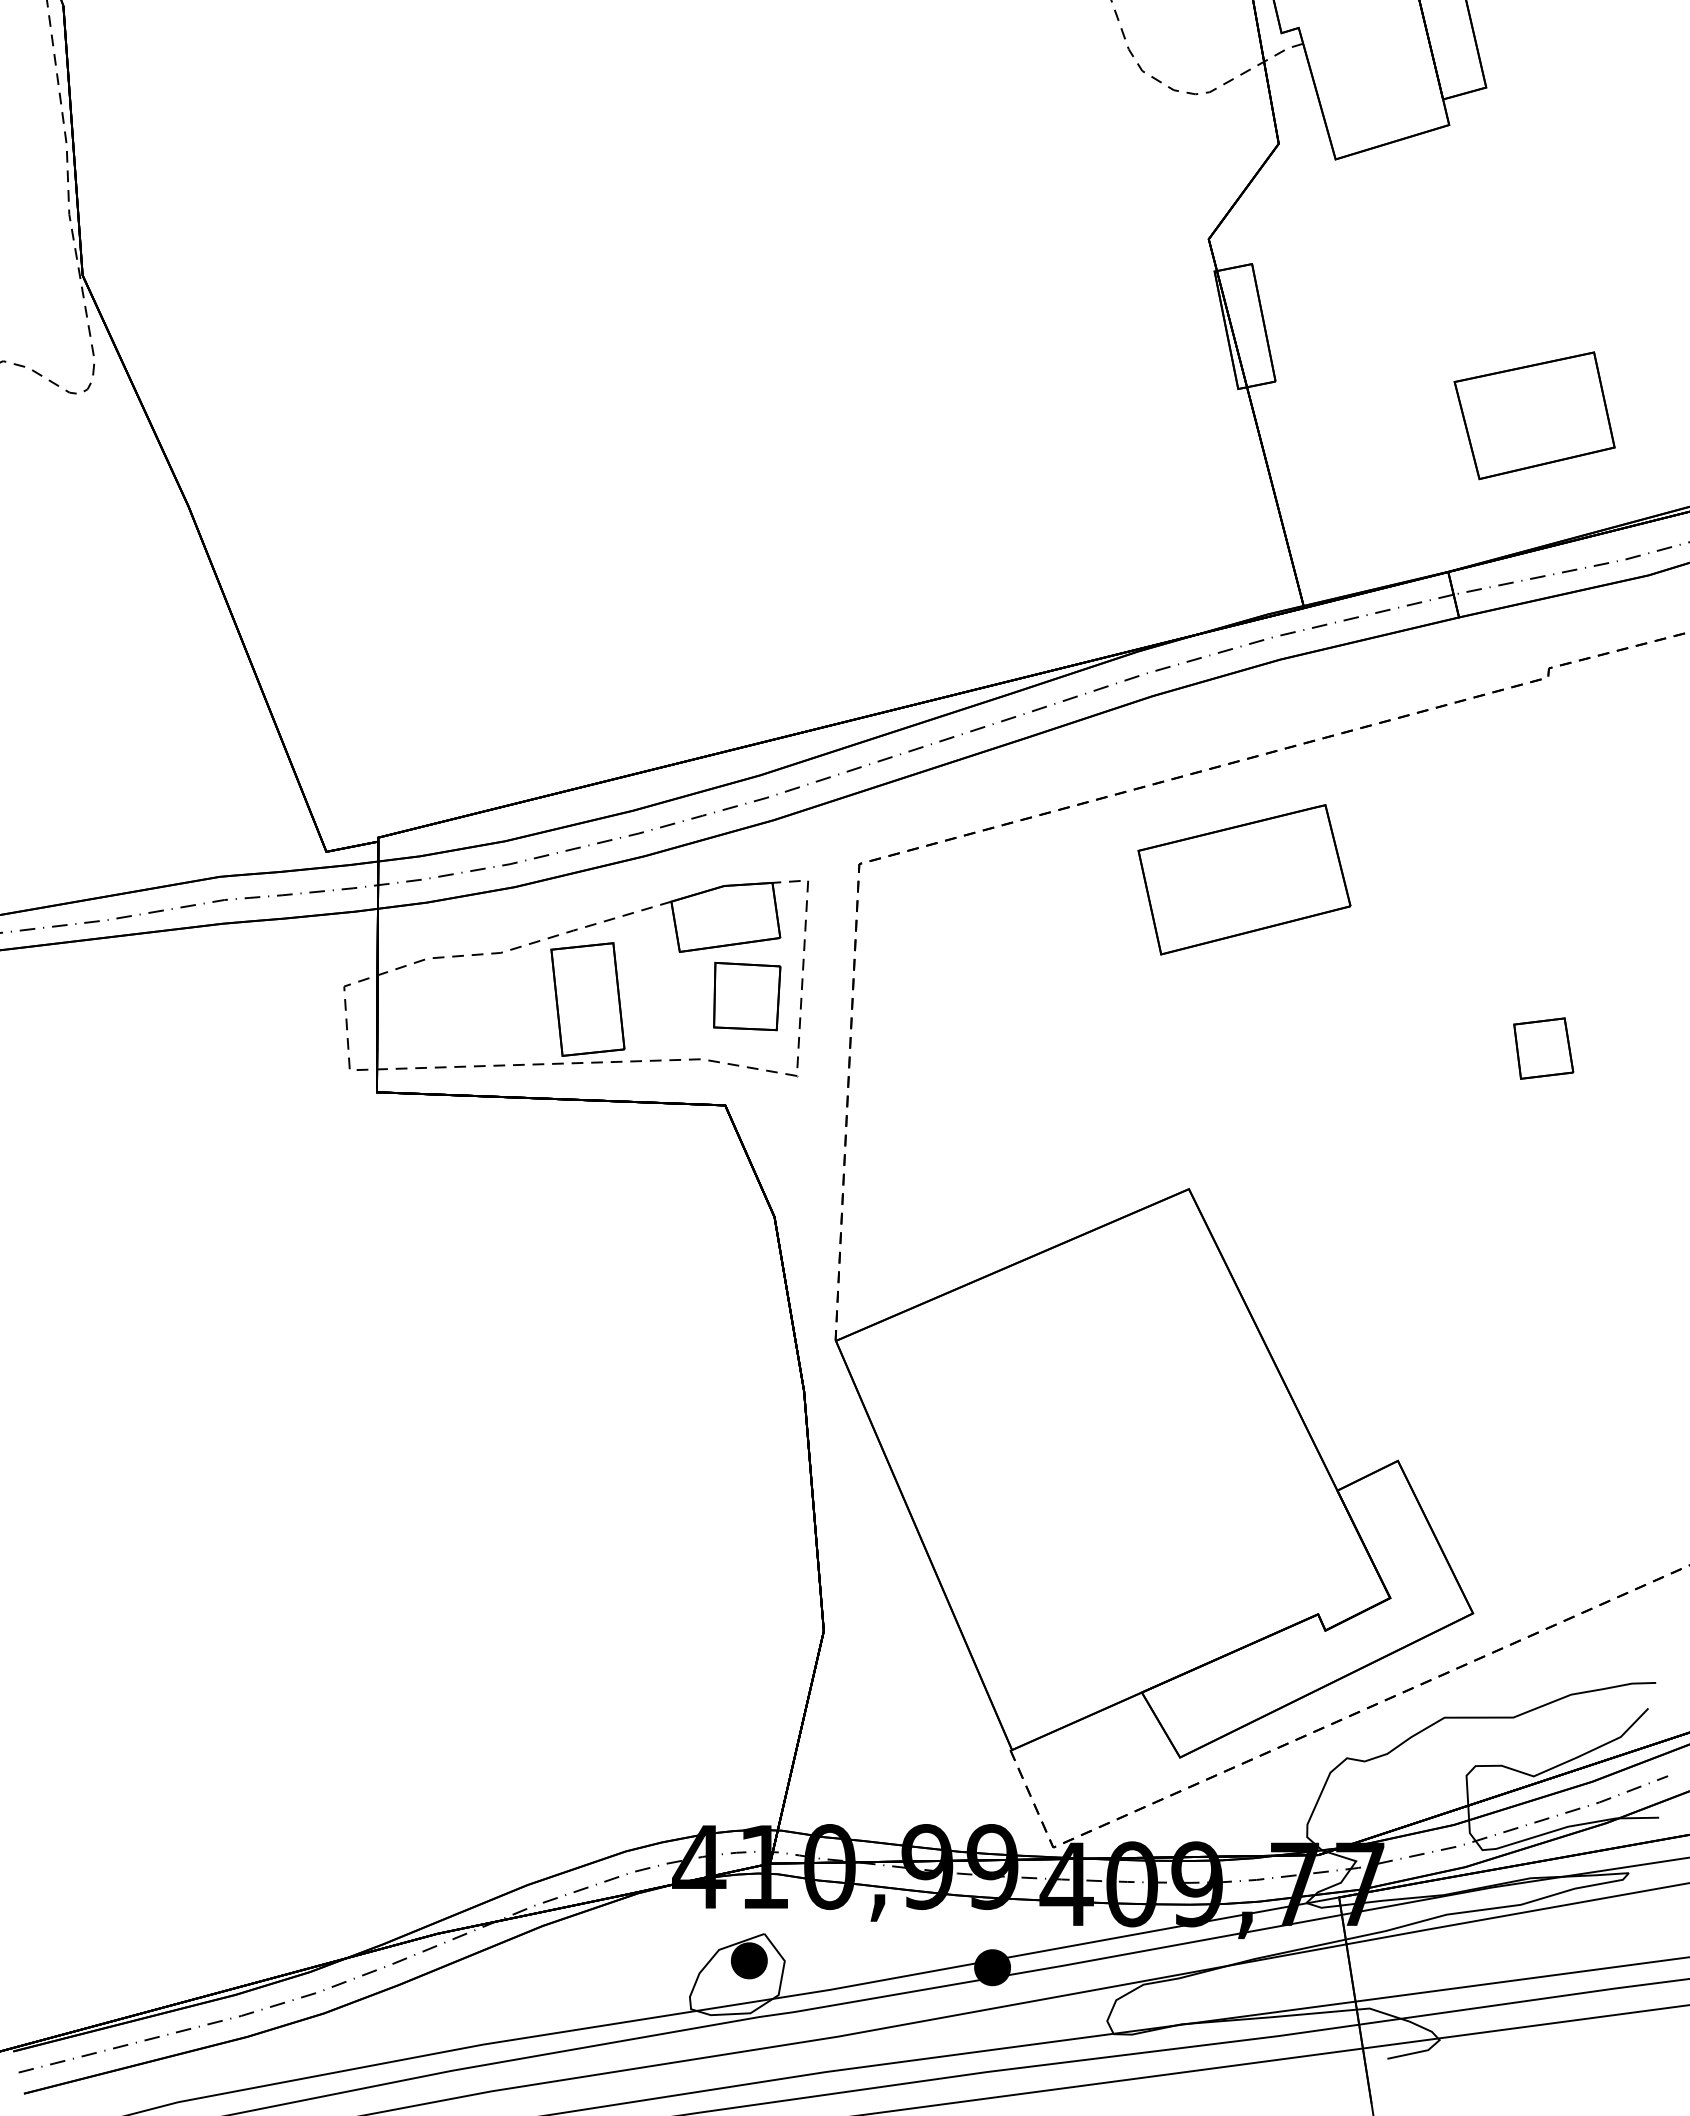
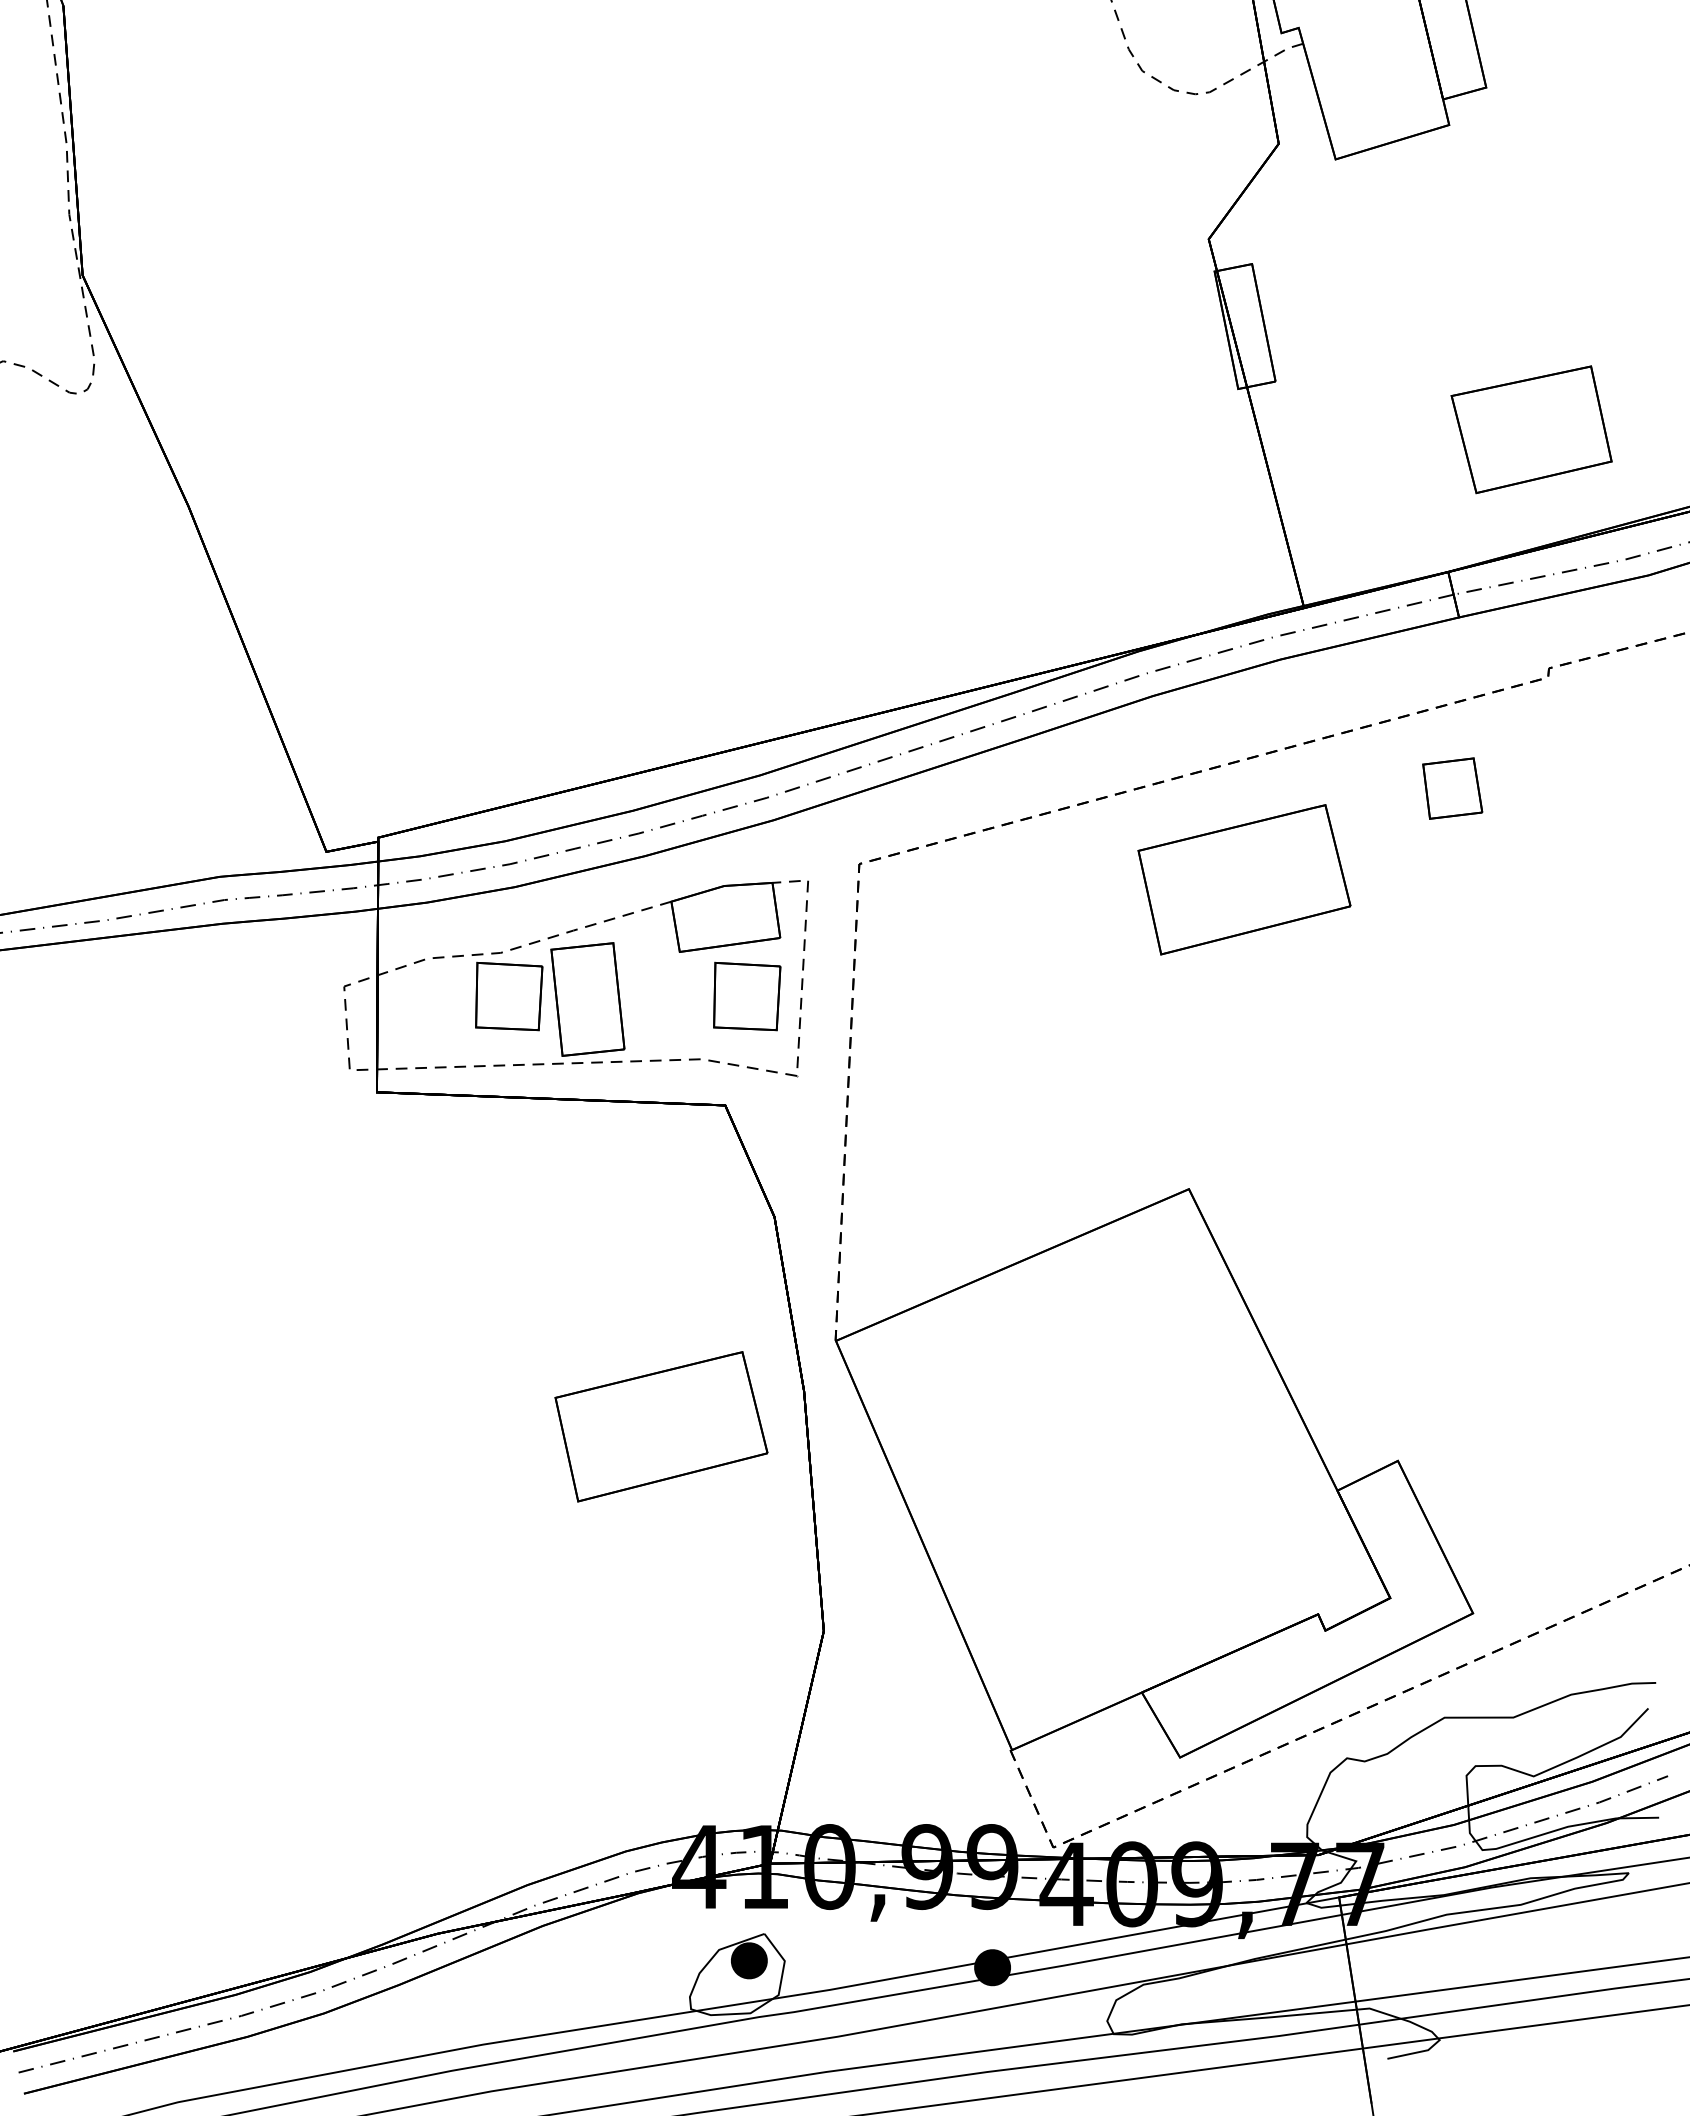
part at (1534, 415) position: (1534, 415) -> (1531, 429)
part at (509, 996): none -> present
part at (1543, 1048) position: (1543, 1048) -> (1452, 788)
part at (661, 1426): none -> present
